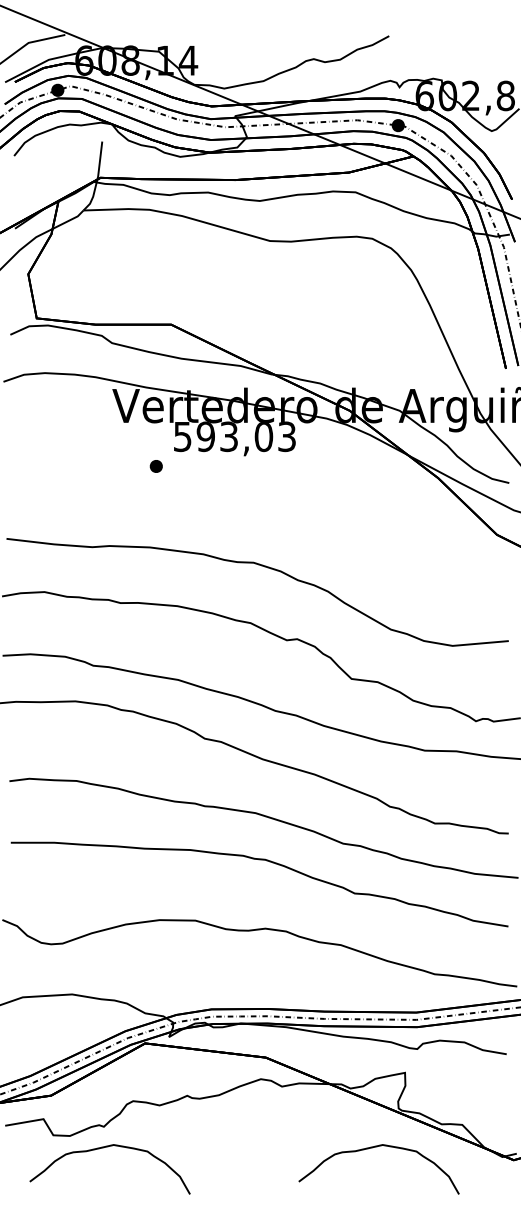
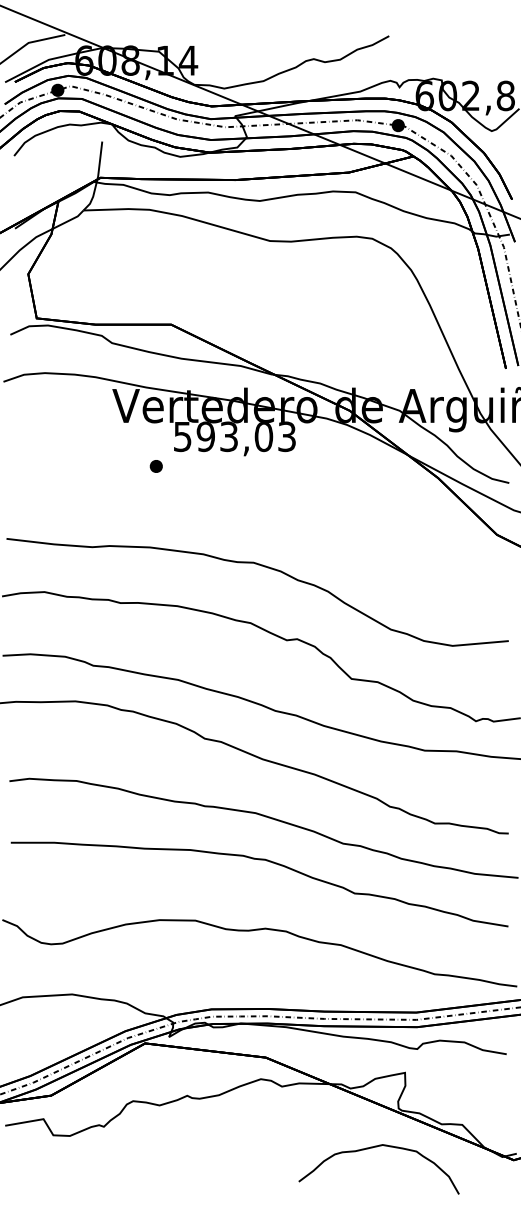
curve at (103, 1148): present -> none
